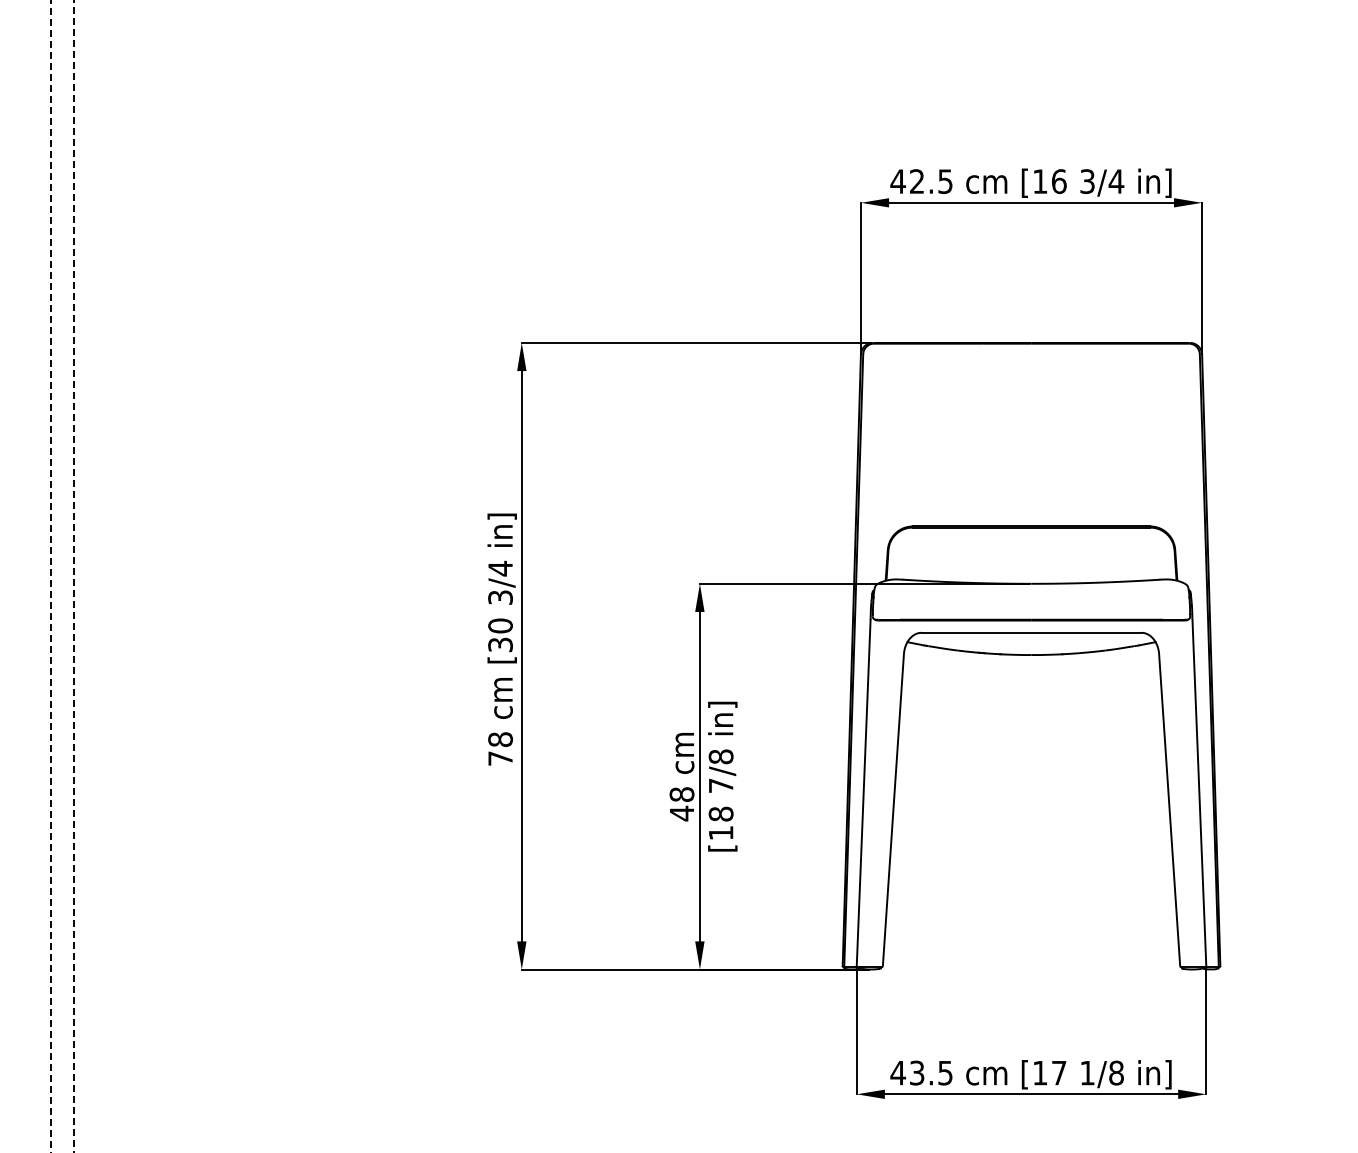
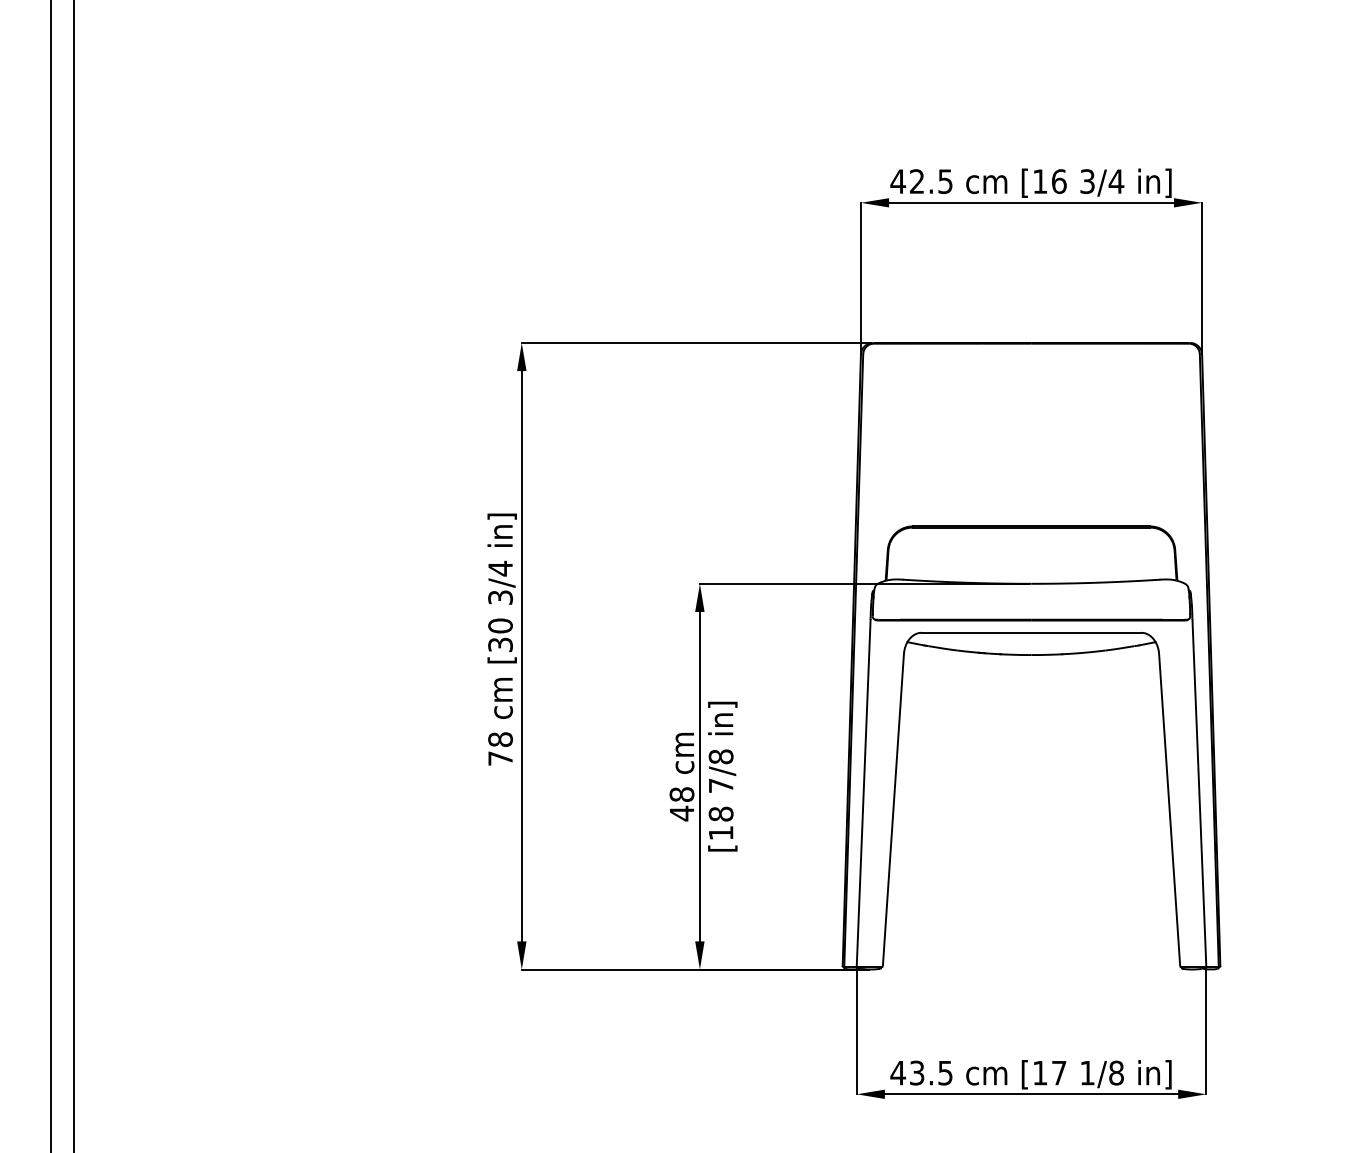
line at (50, 576): dashed -> solid
line at (73, 576): dashed -> solid
